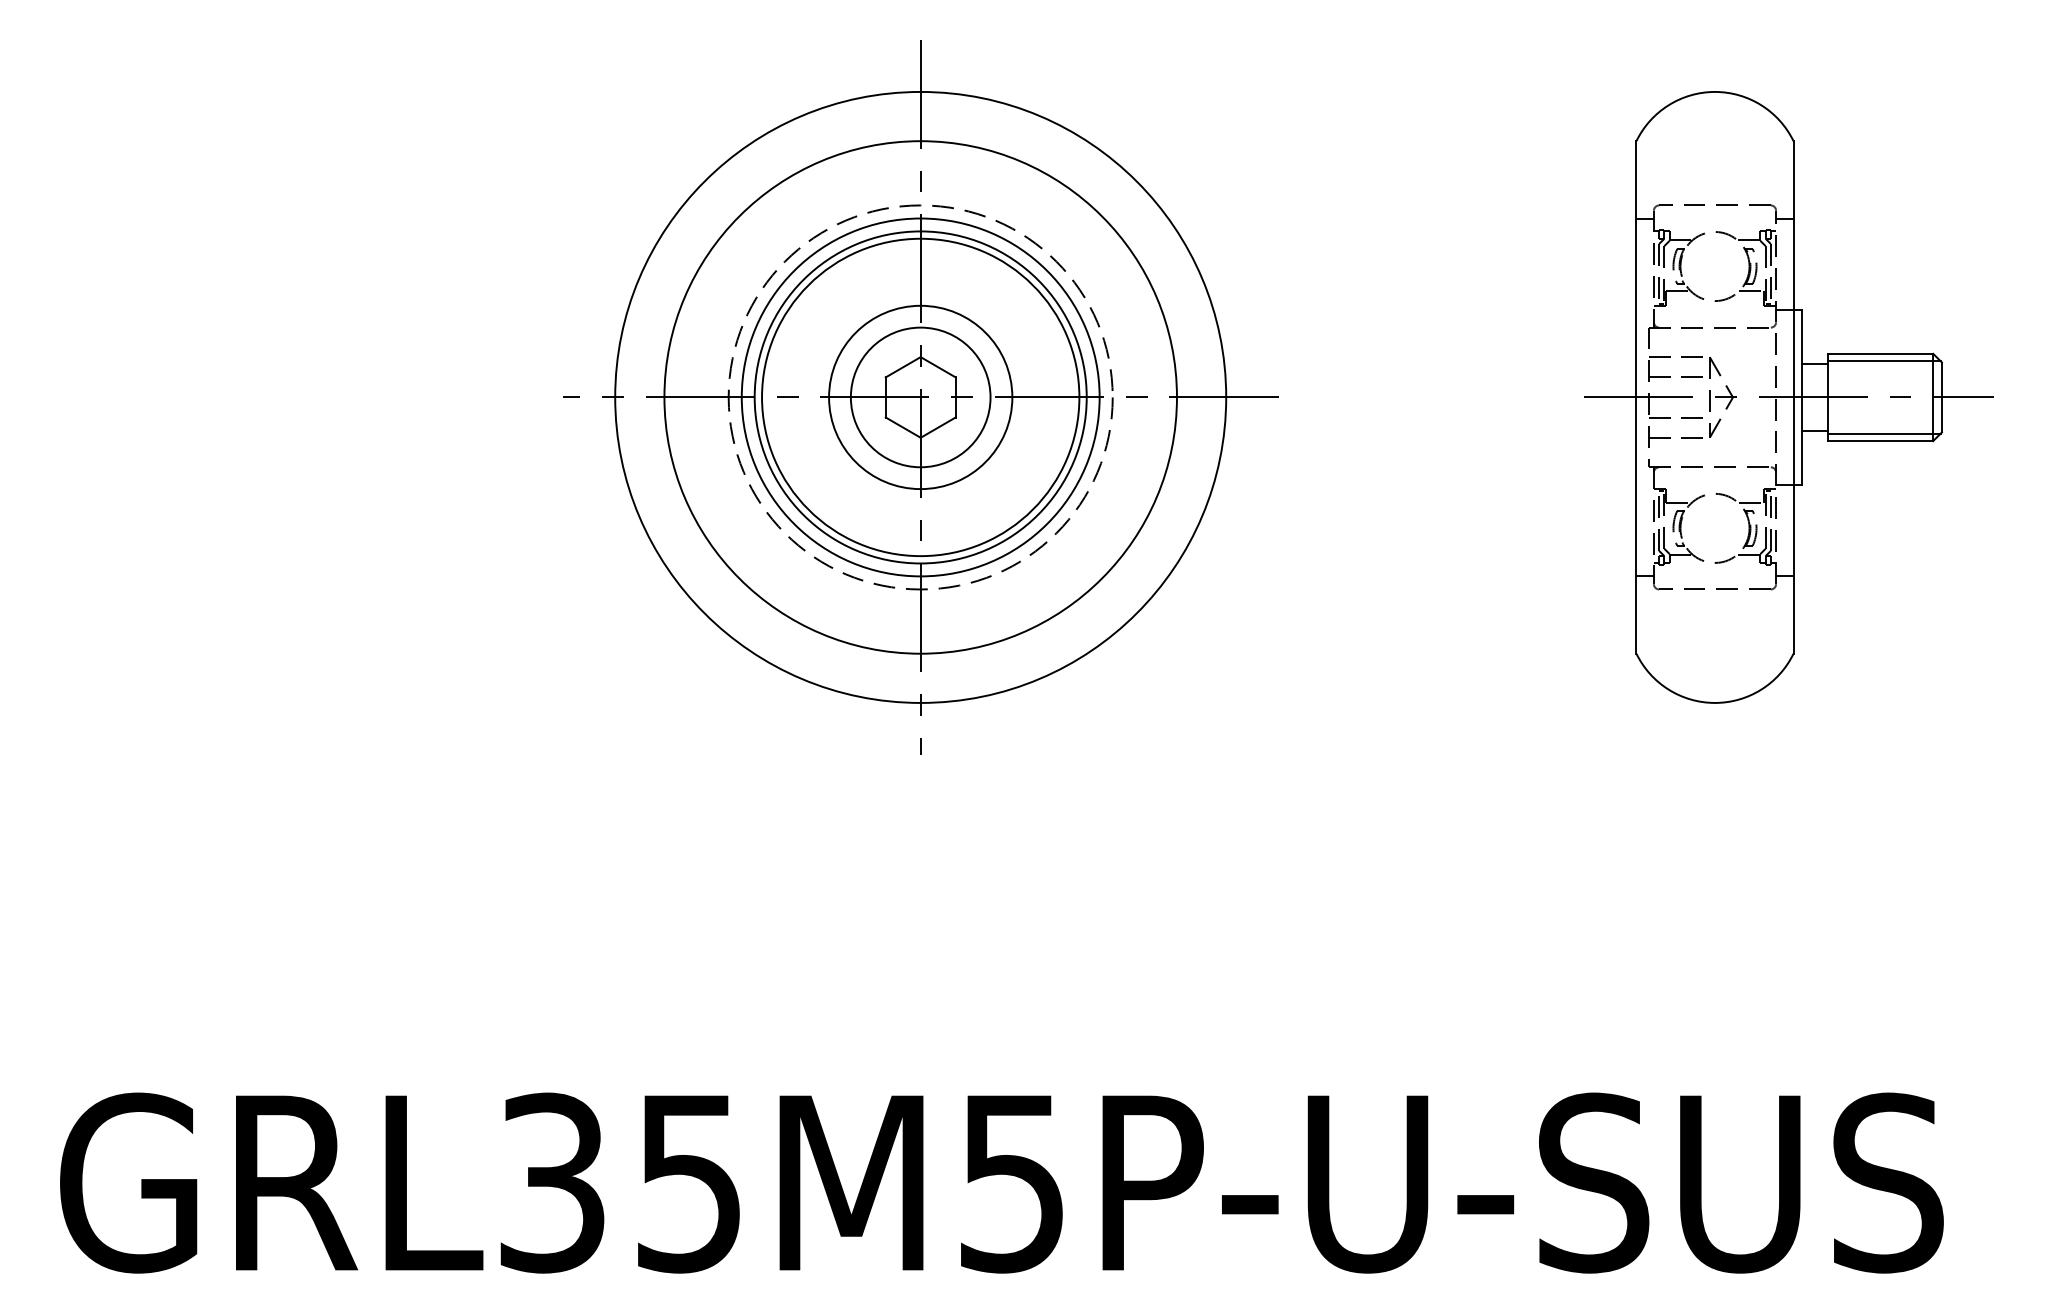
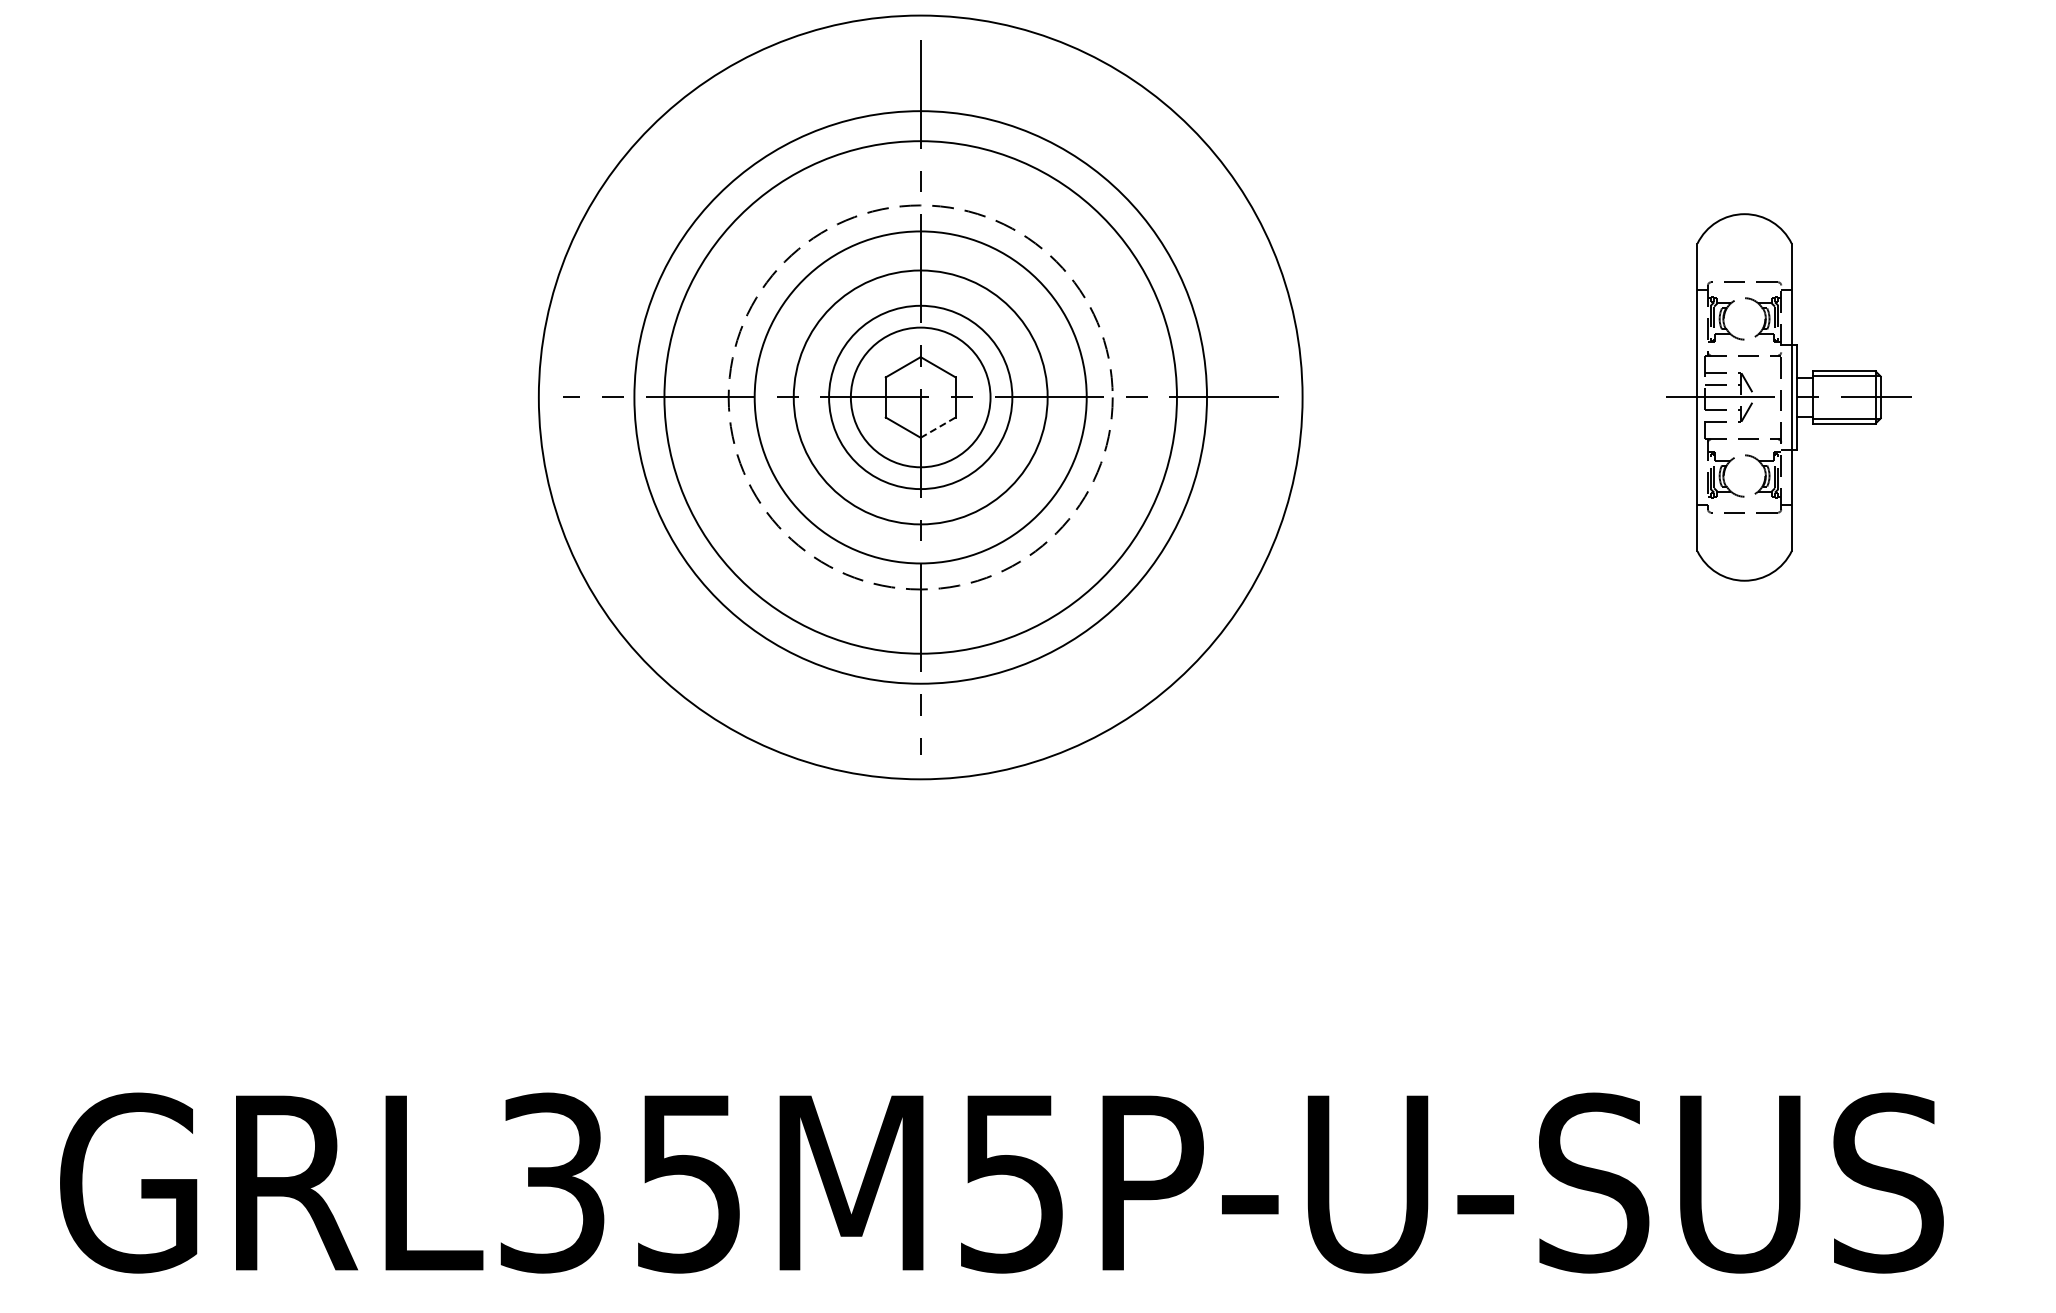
circle at (920, 396) diameter: 611 px -> 764 px
circle at (920, 397) diameter: 317 px -> 254 px
circle at (920, 397) diameter: 358 px -> 573 px
part at (1788, 397) size: 410x613 px -> 246x369 px
line at (938, 427): solid -> dashed
